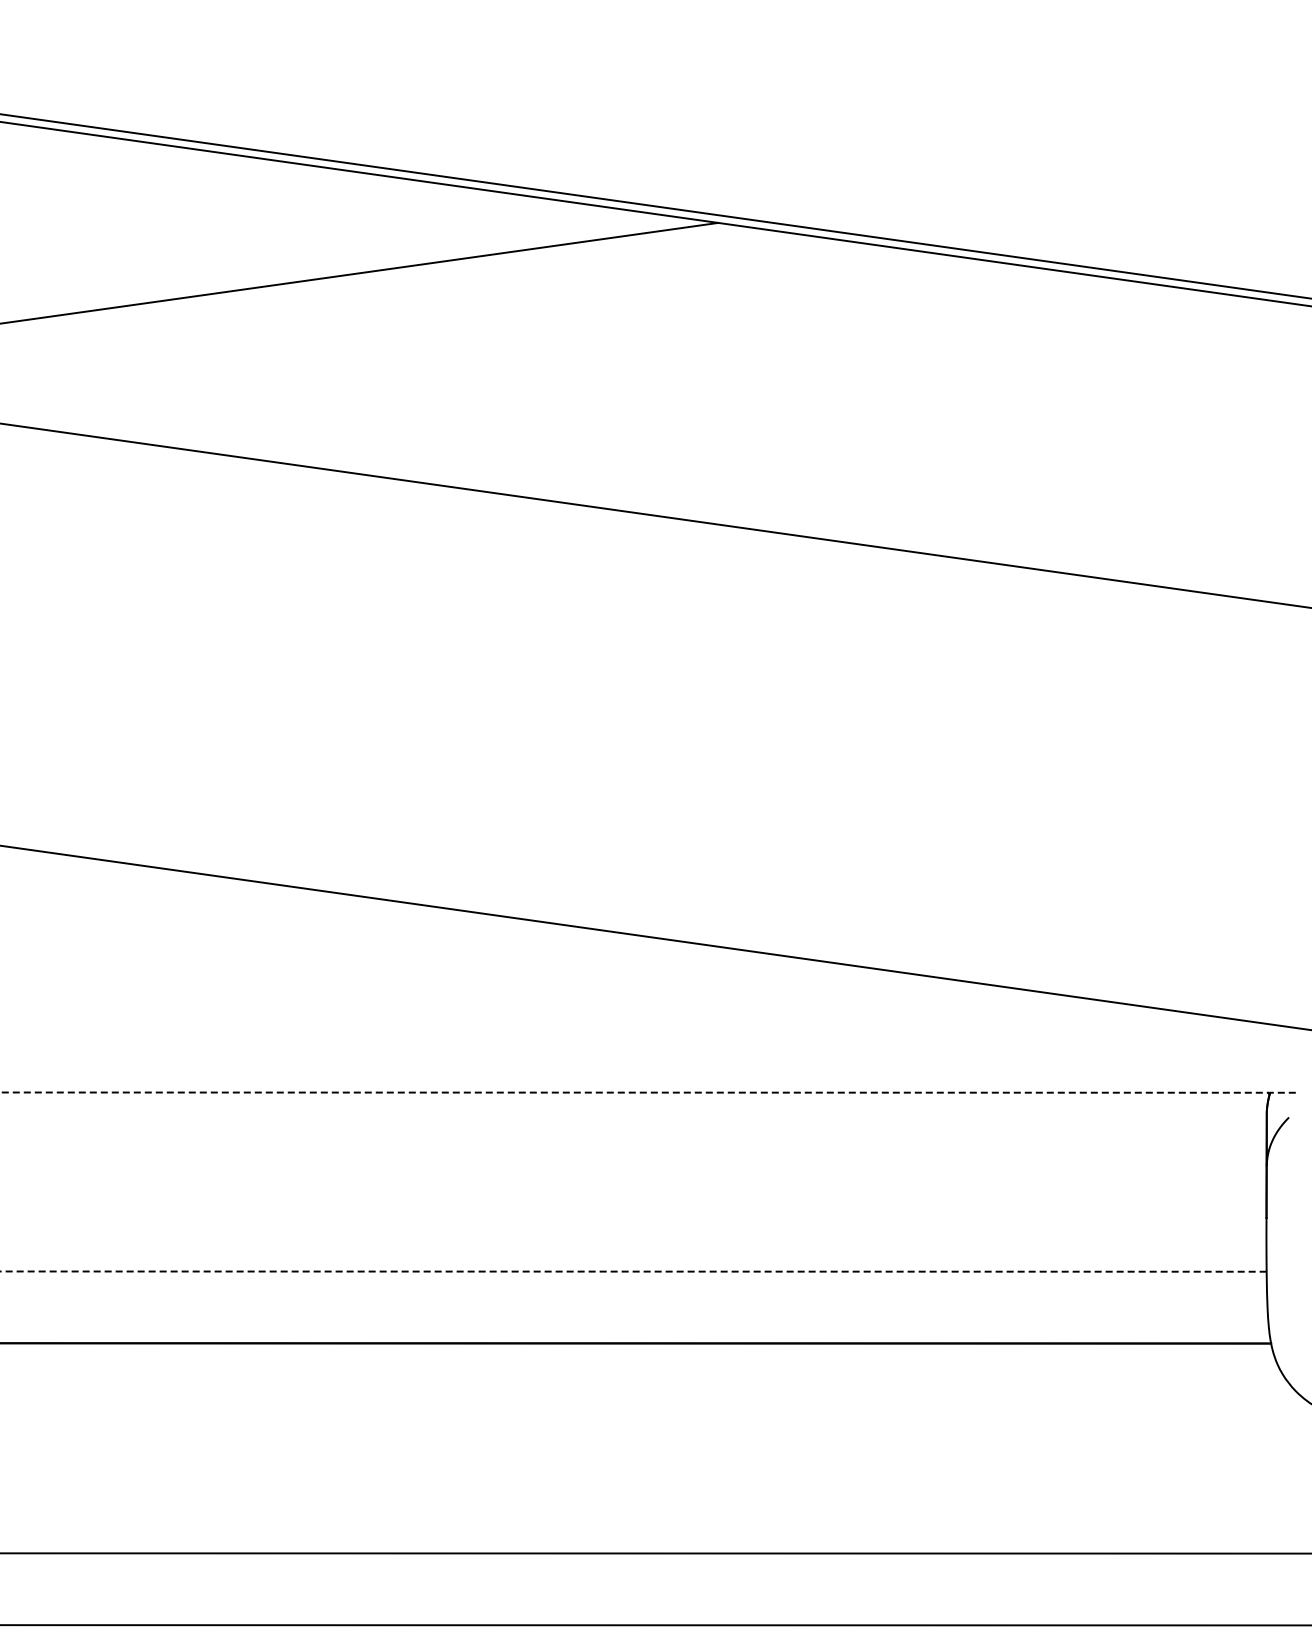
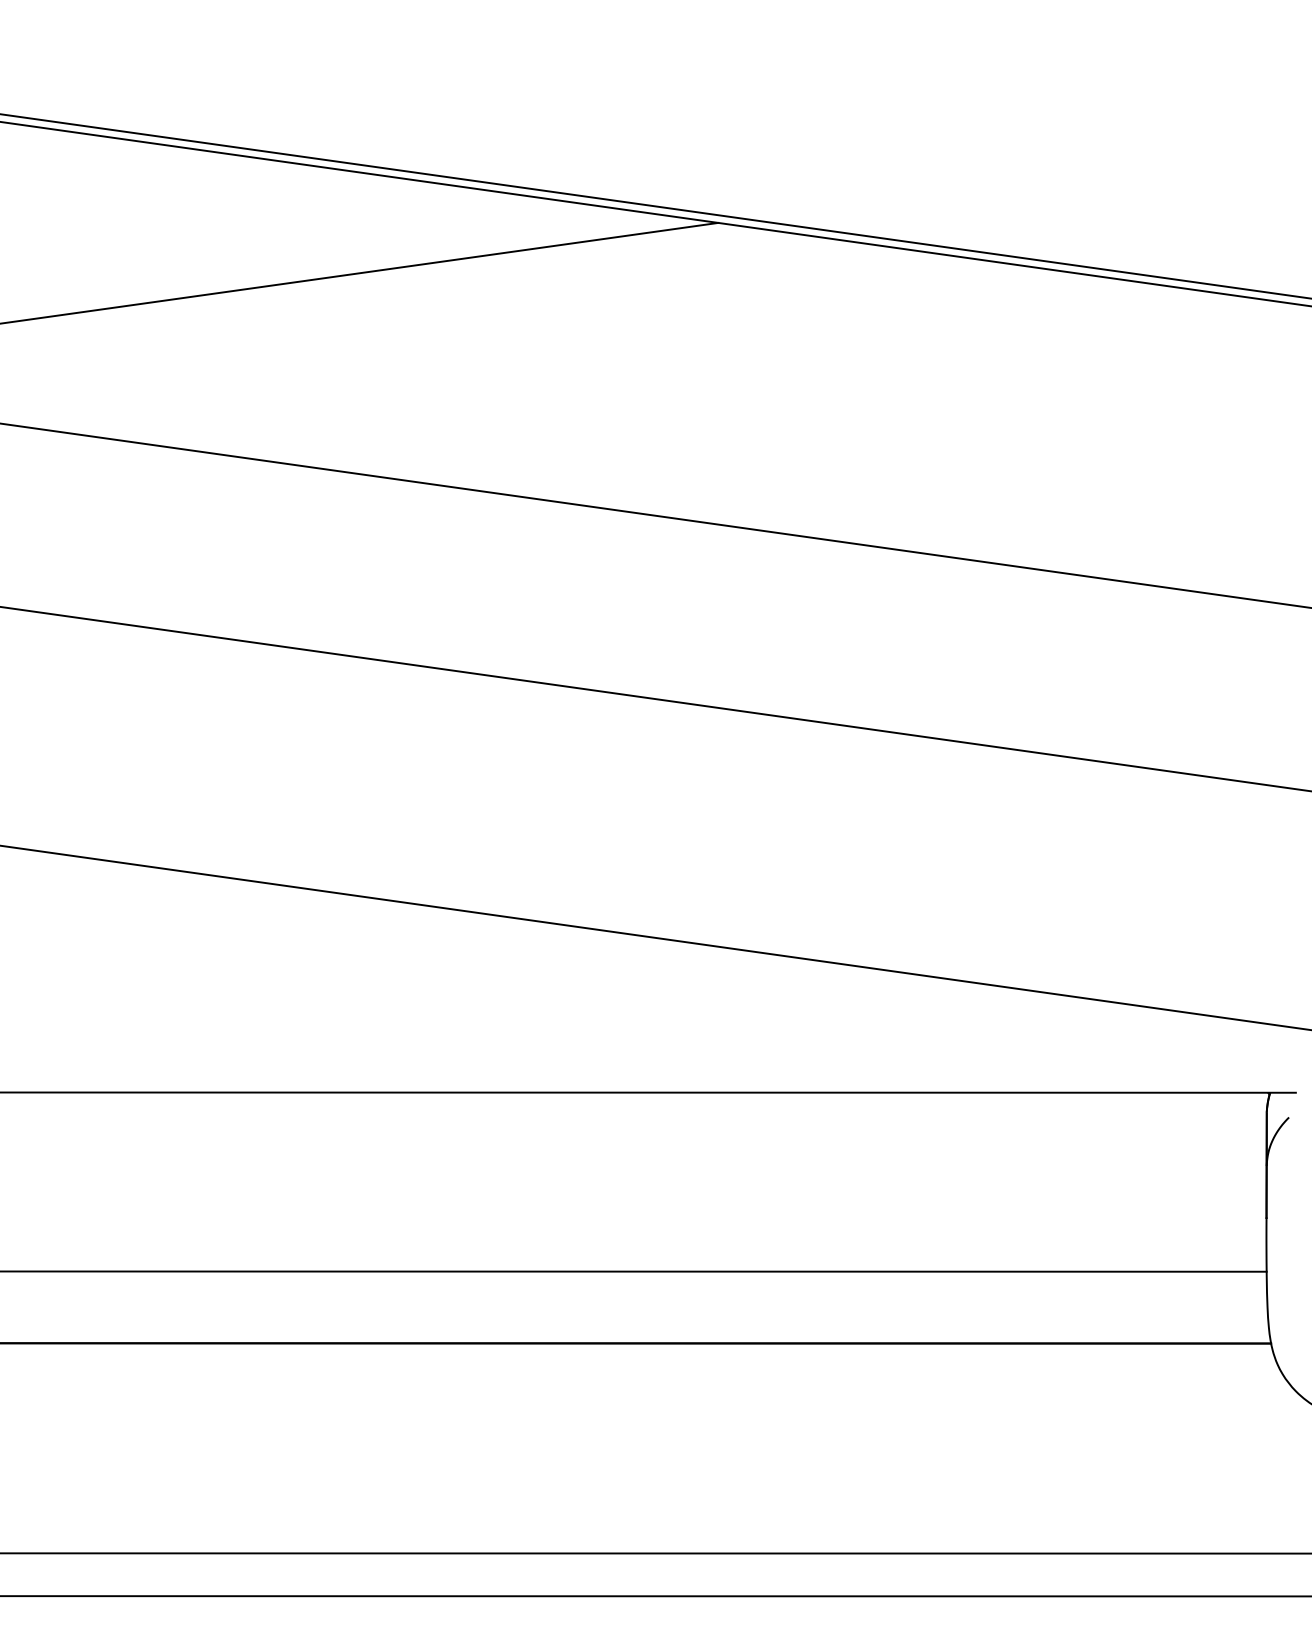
line at (655, 698): none -> present
line at (648, 1092): dashed -> solid
line at (633, 1271): dashed -> solid
line at (655, 1625) position: (655, 1625) -> (655, 1596)
